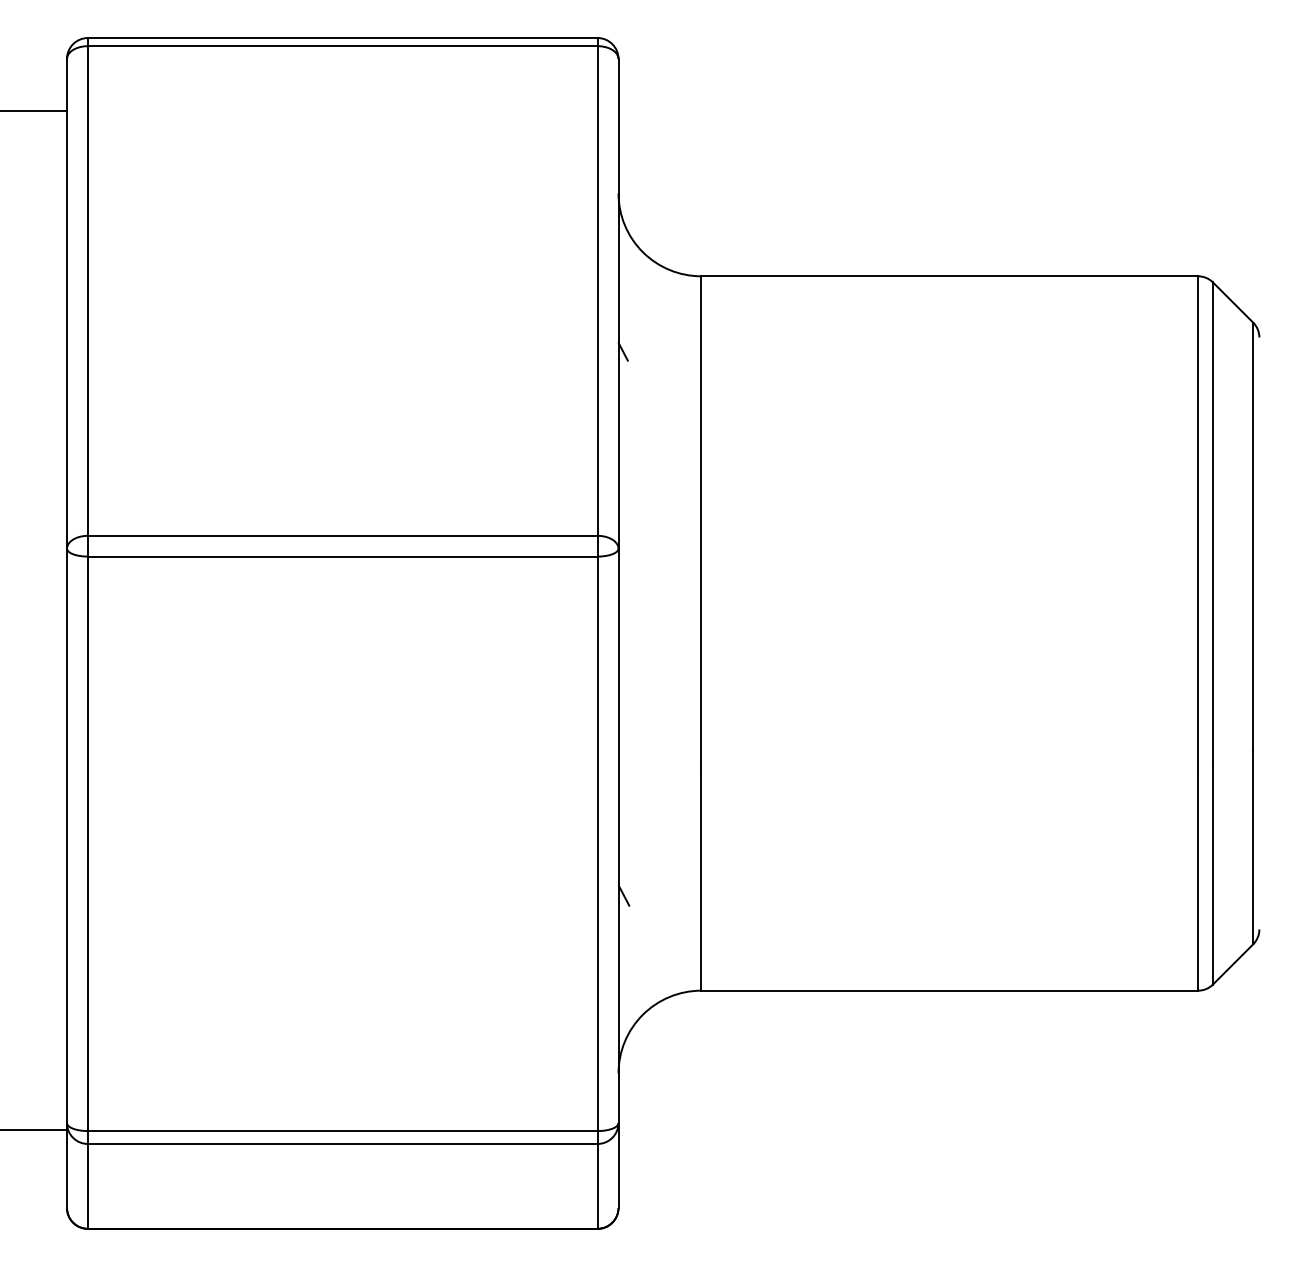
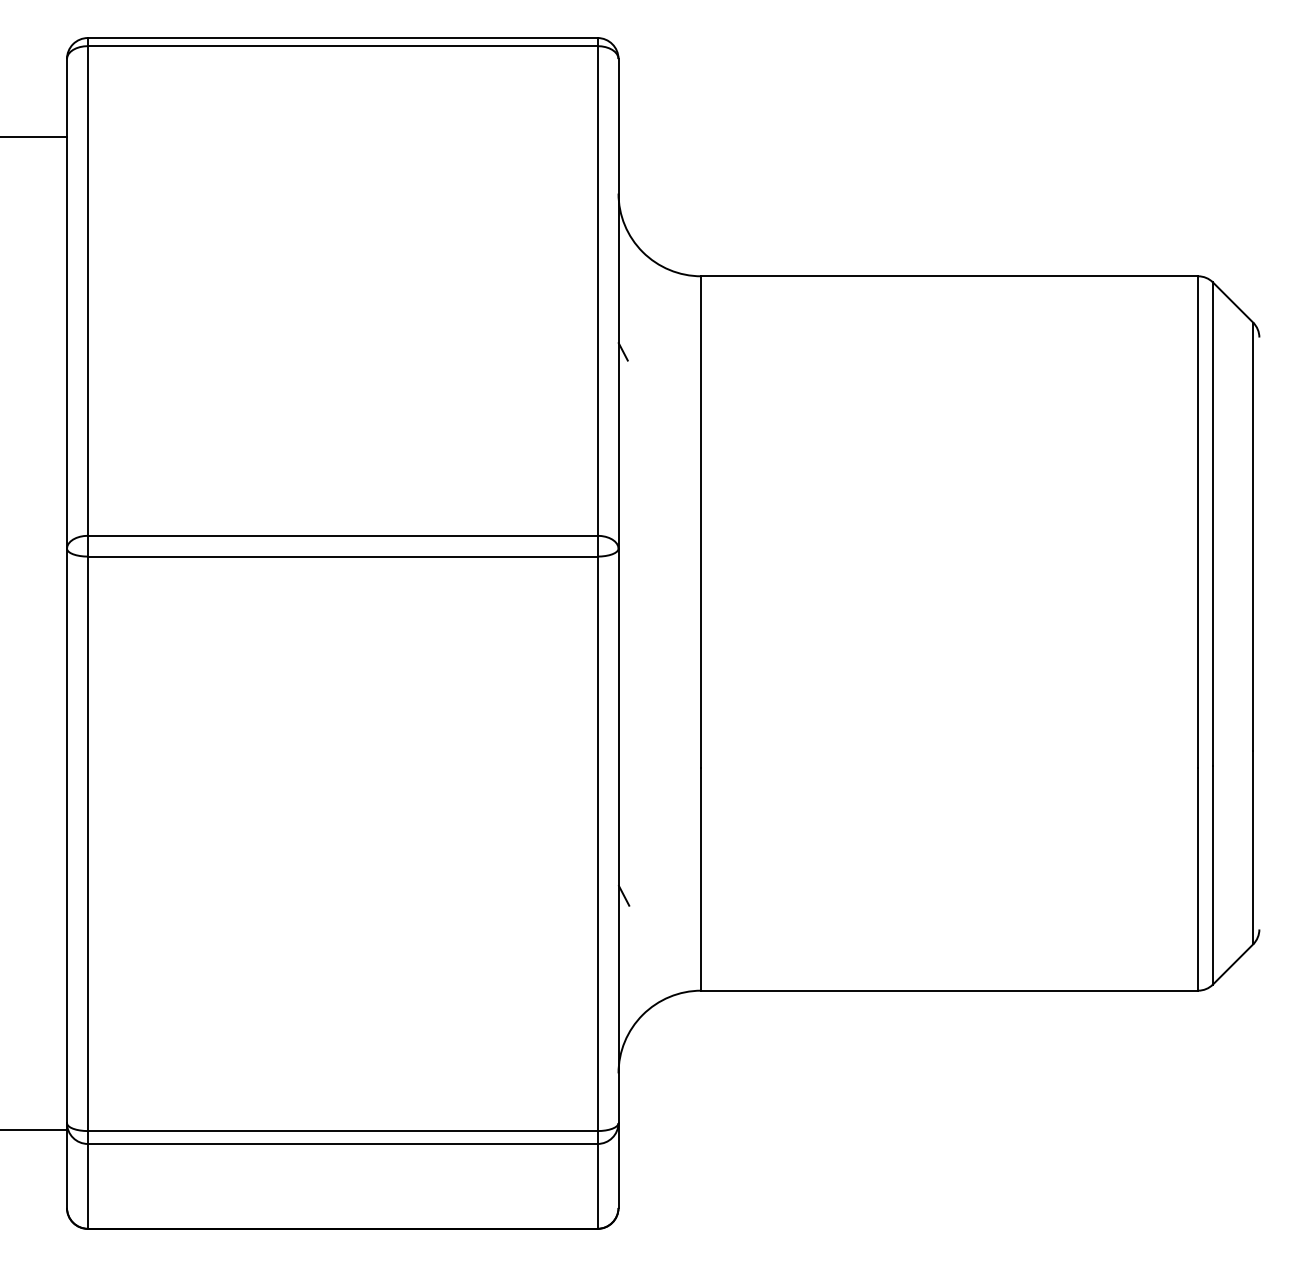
line at (34, 111) position: (34, 111) -> (34, 137)
